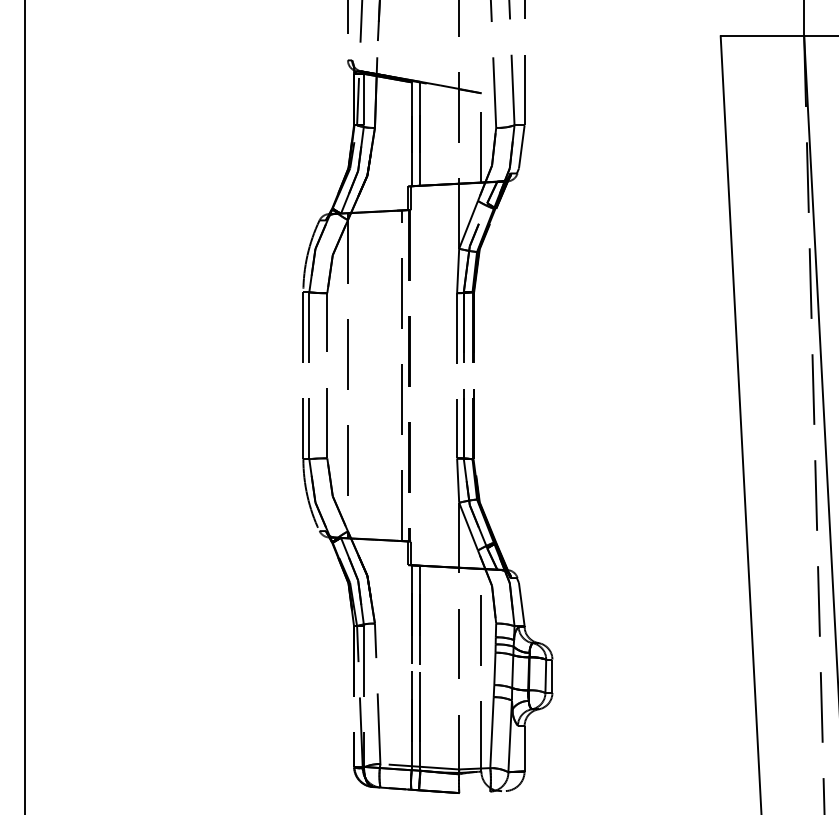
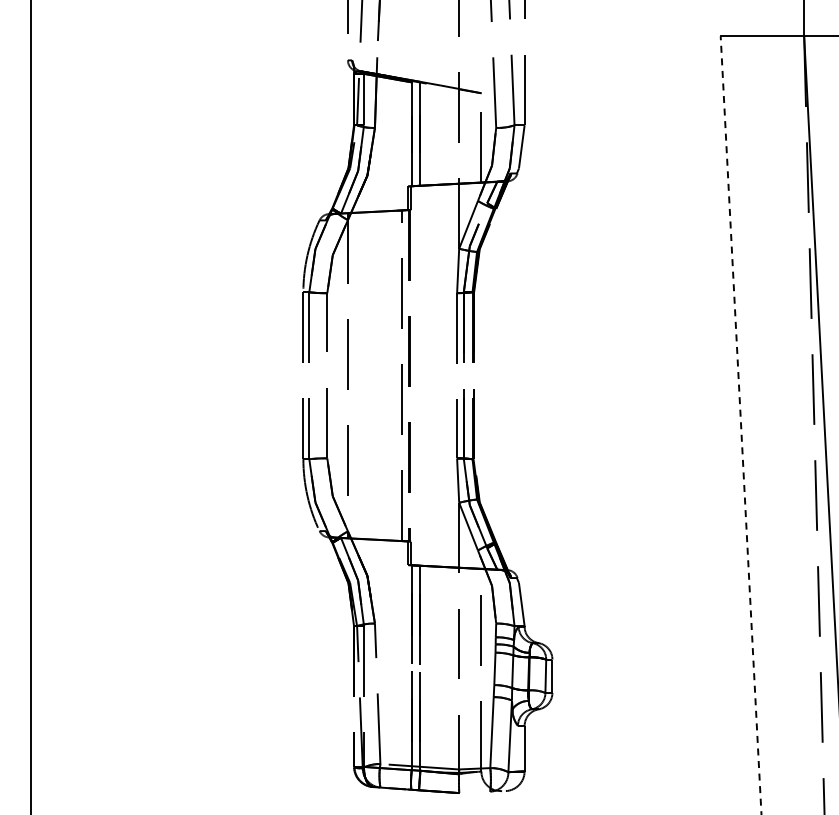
line at (25, 406) position: (25, 406) -> (31, 406)
line at (741, 424): solid -> dashed
